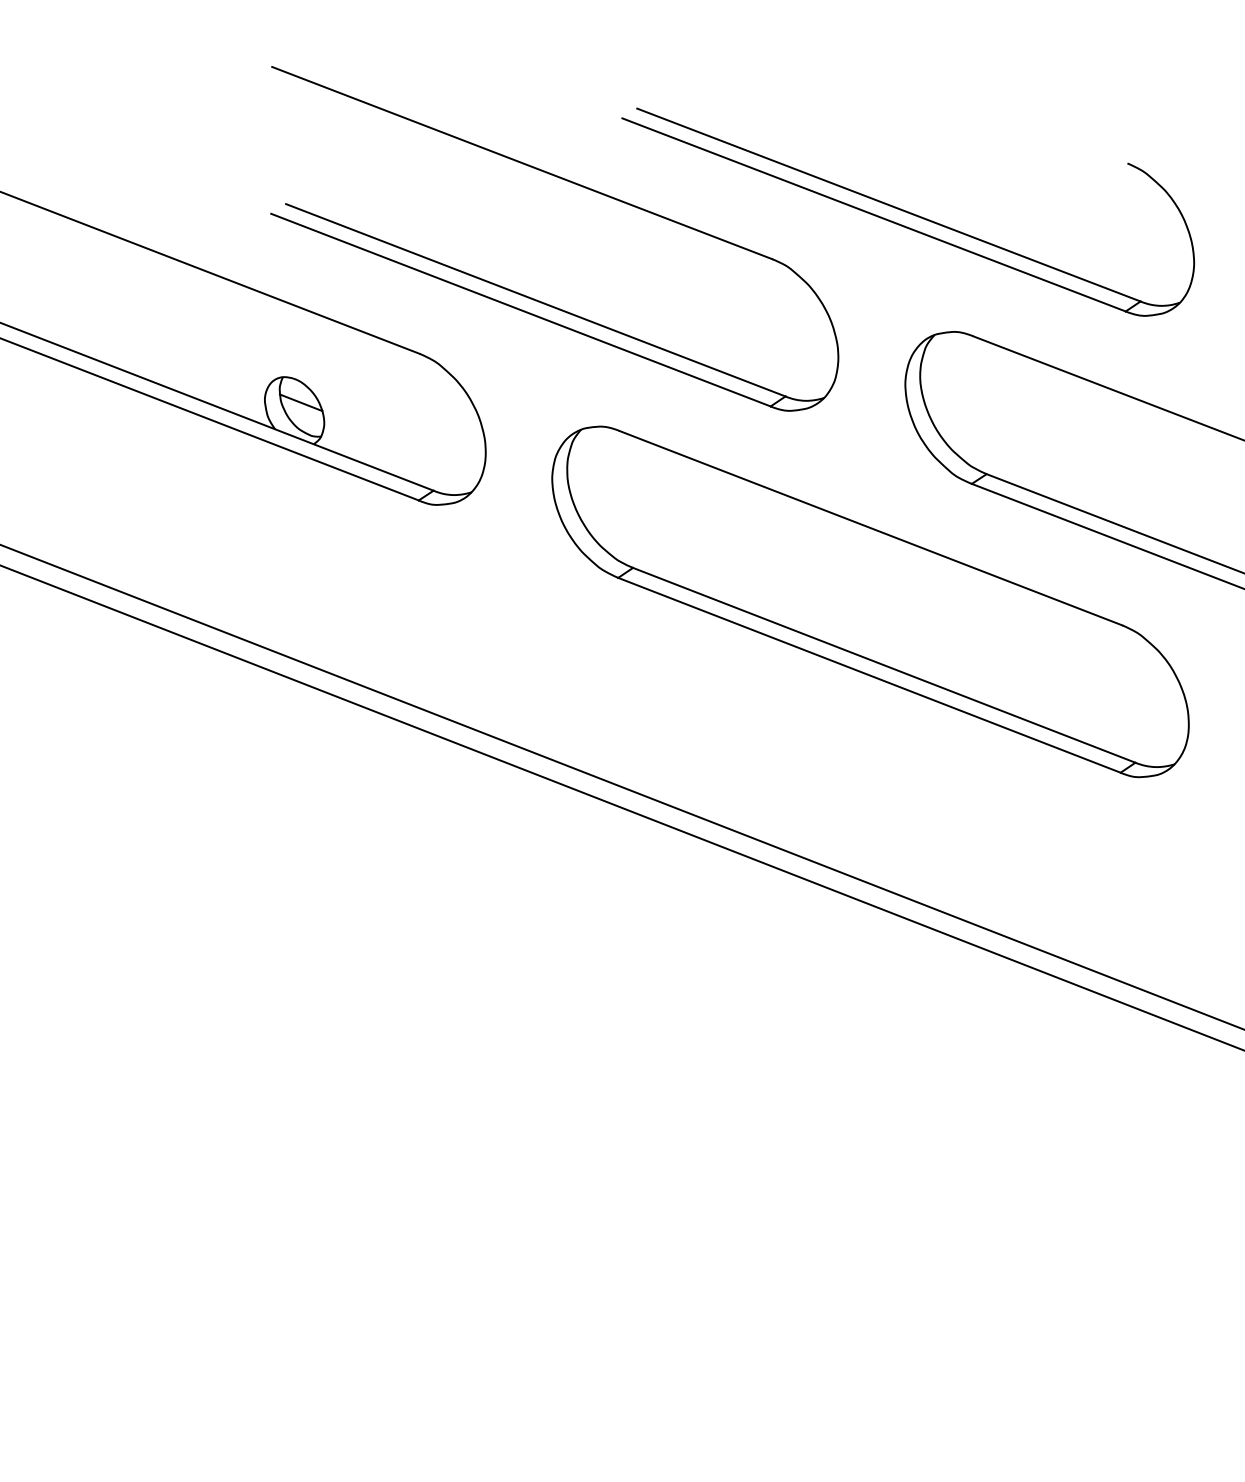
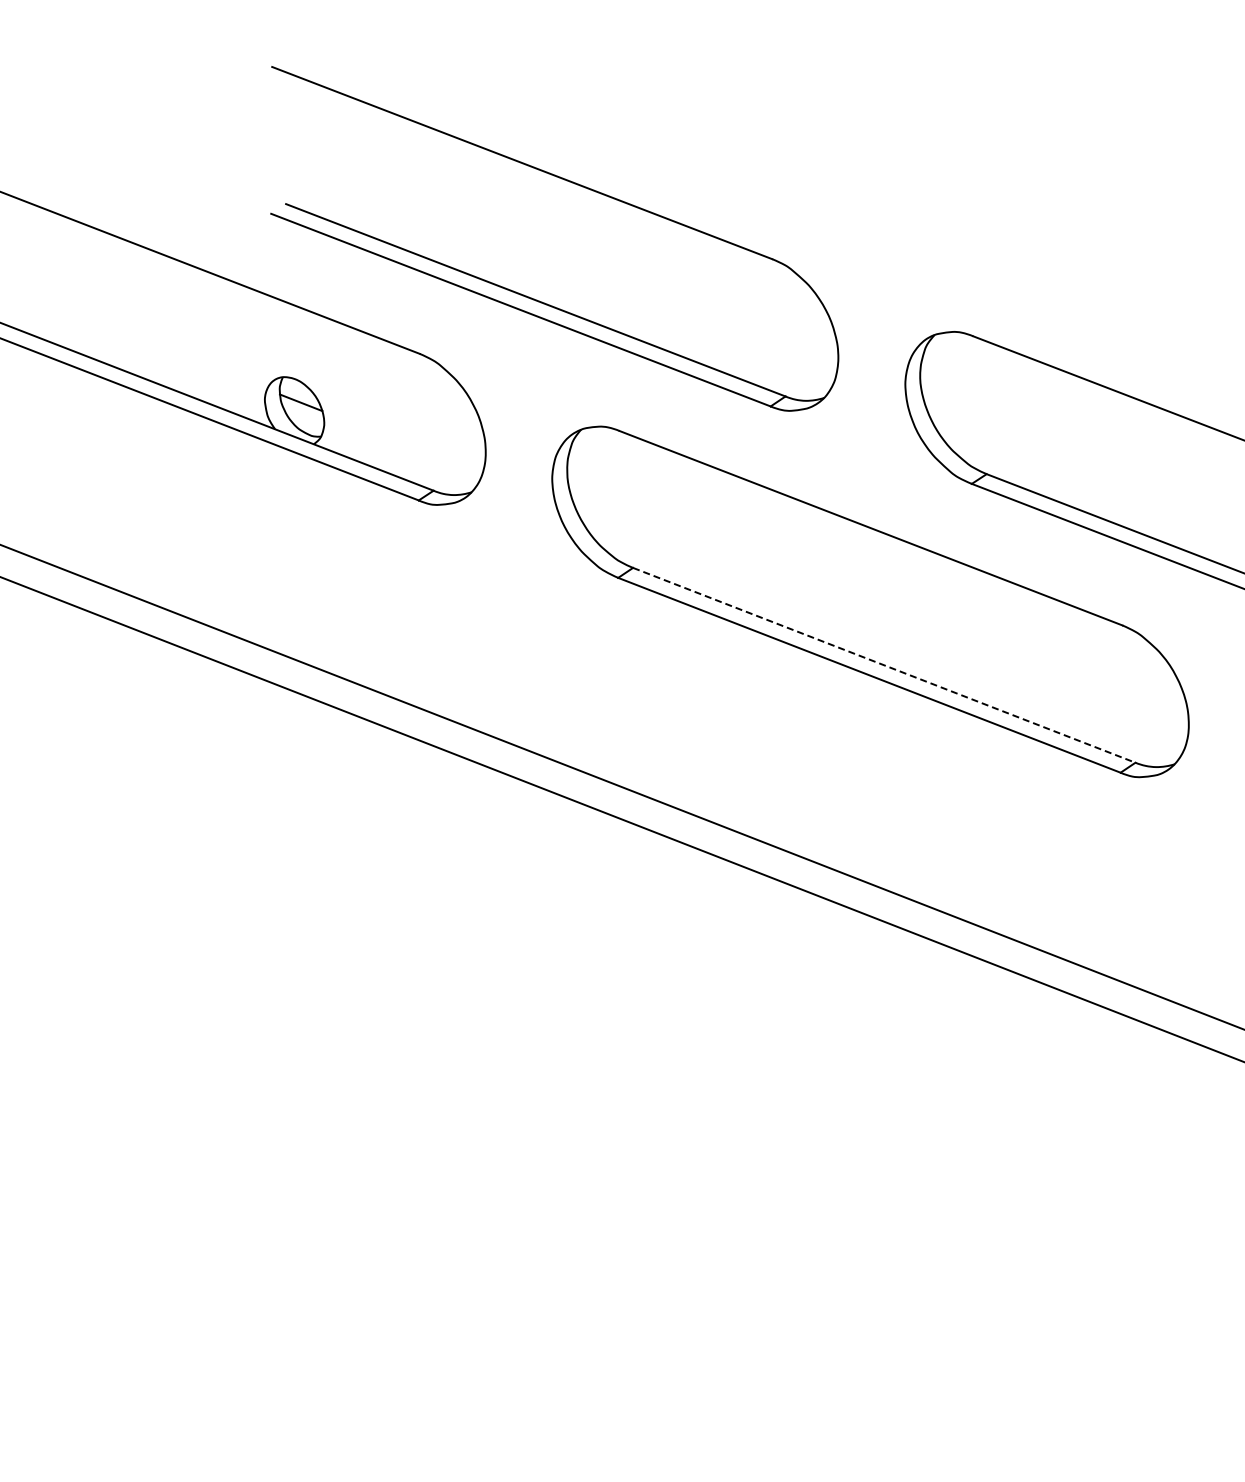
part at (908, 211): present -> none
line at (884, 665): solid -> dashed
line at (621, 807) position: (621, 807) -> (621, 819)
